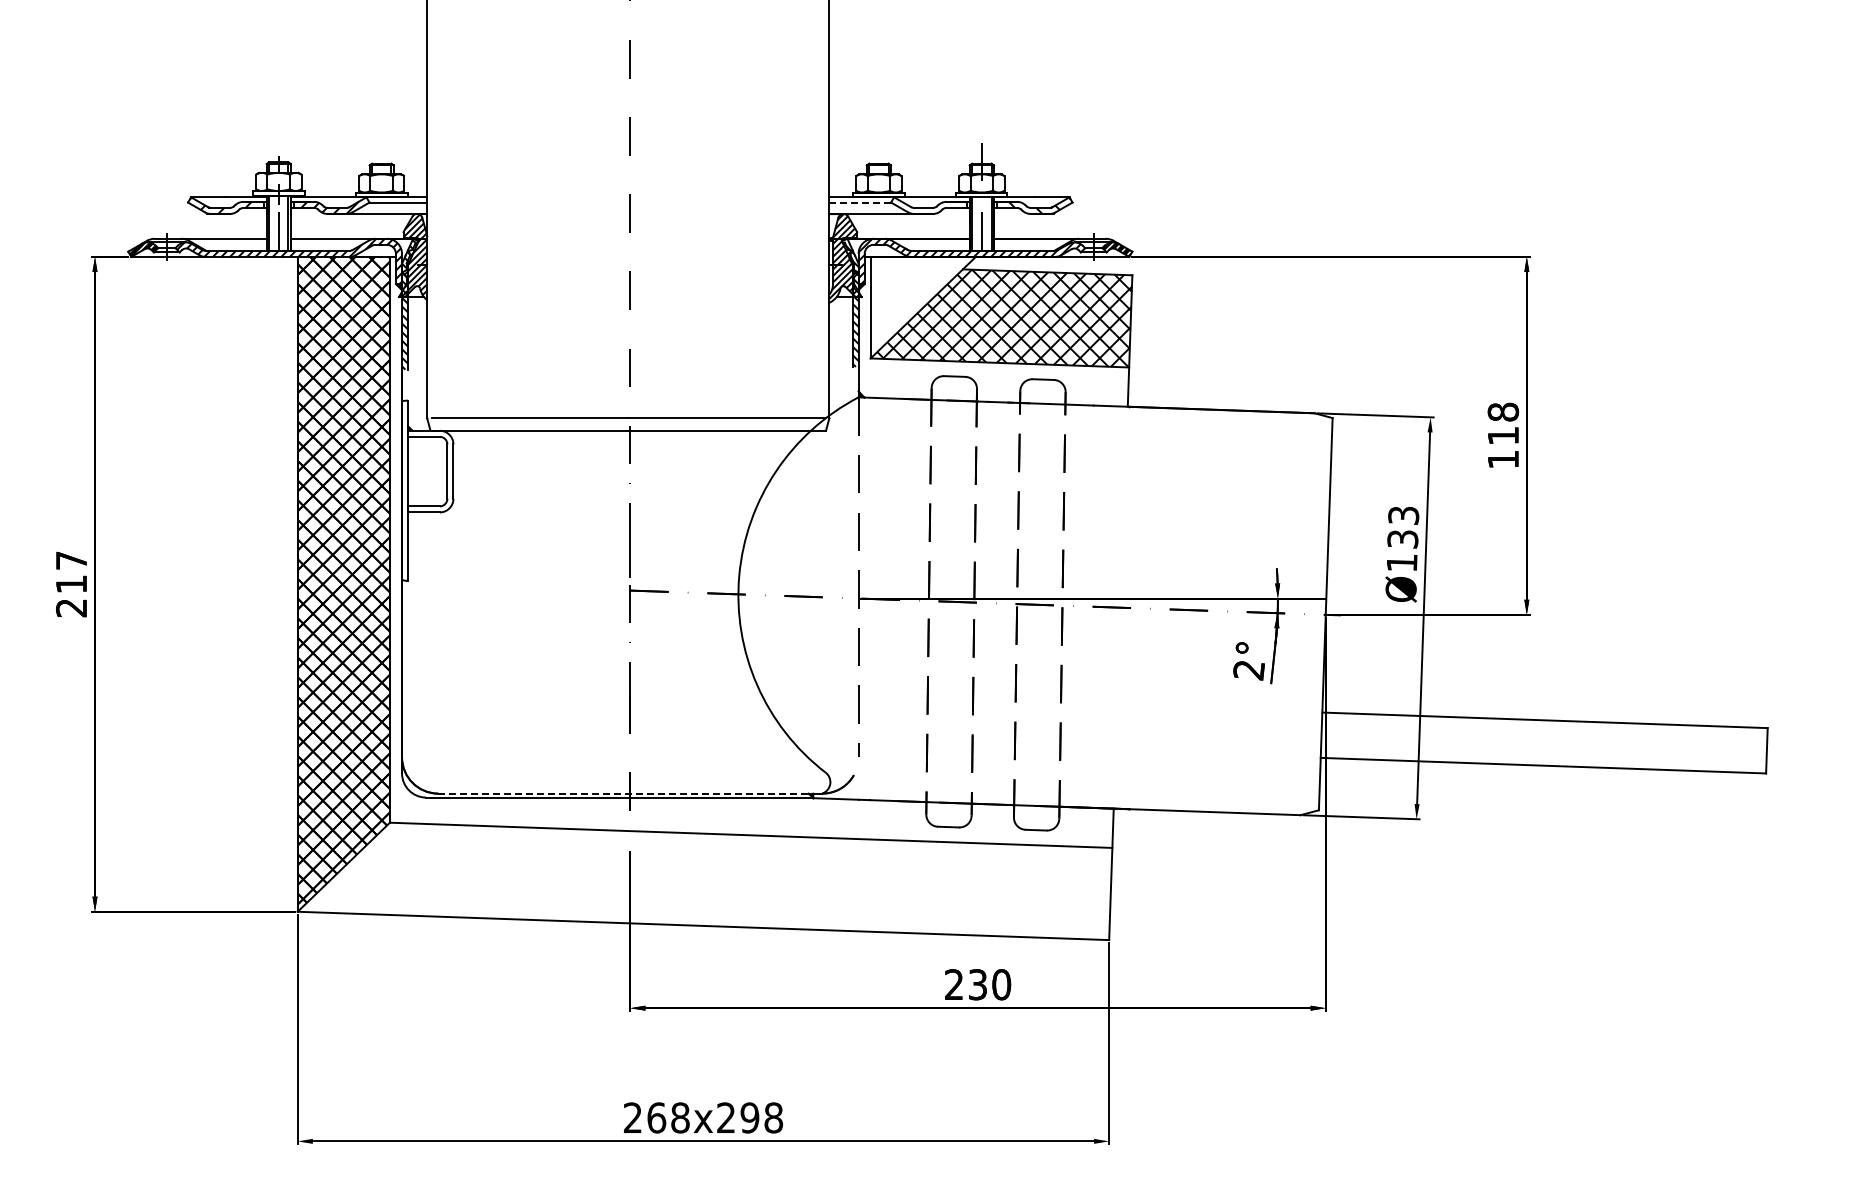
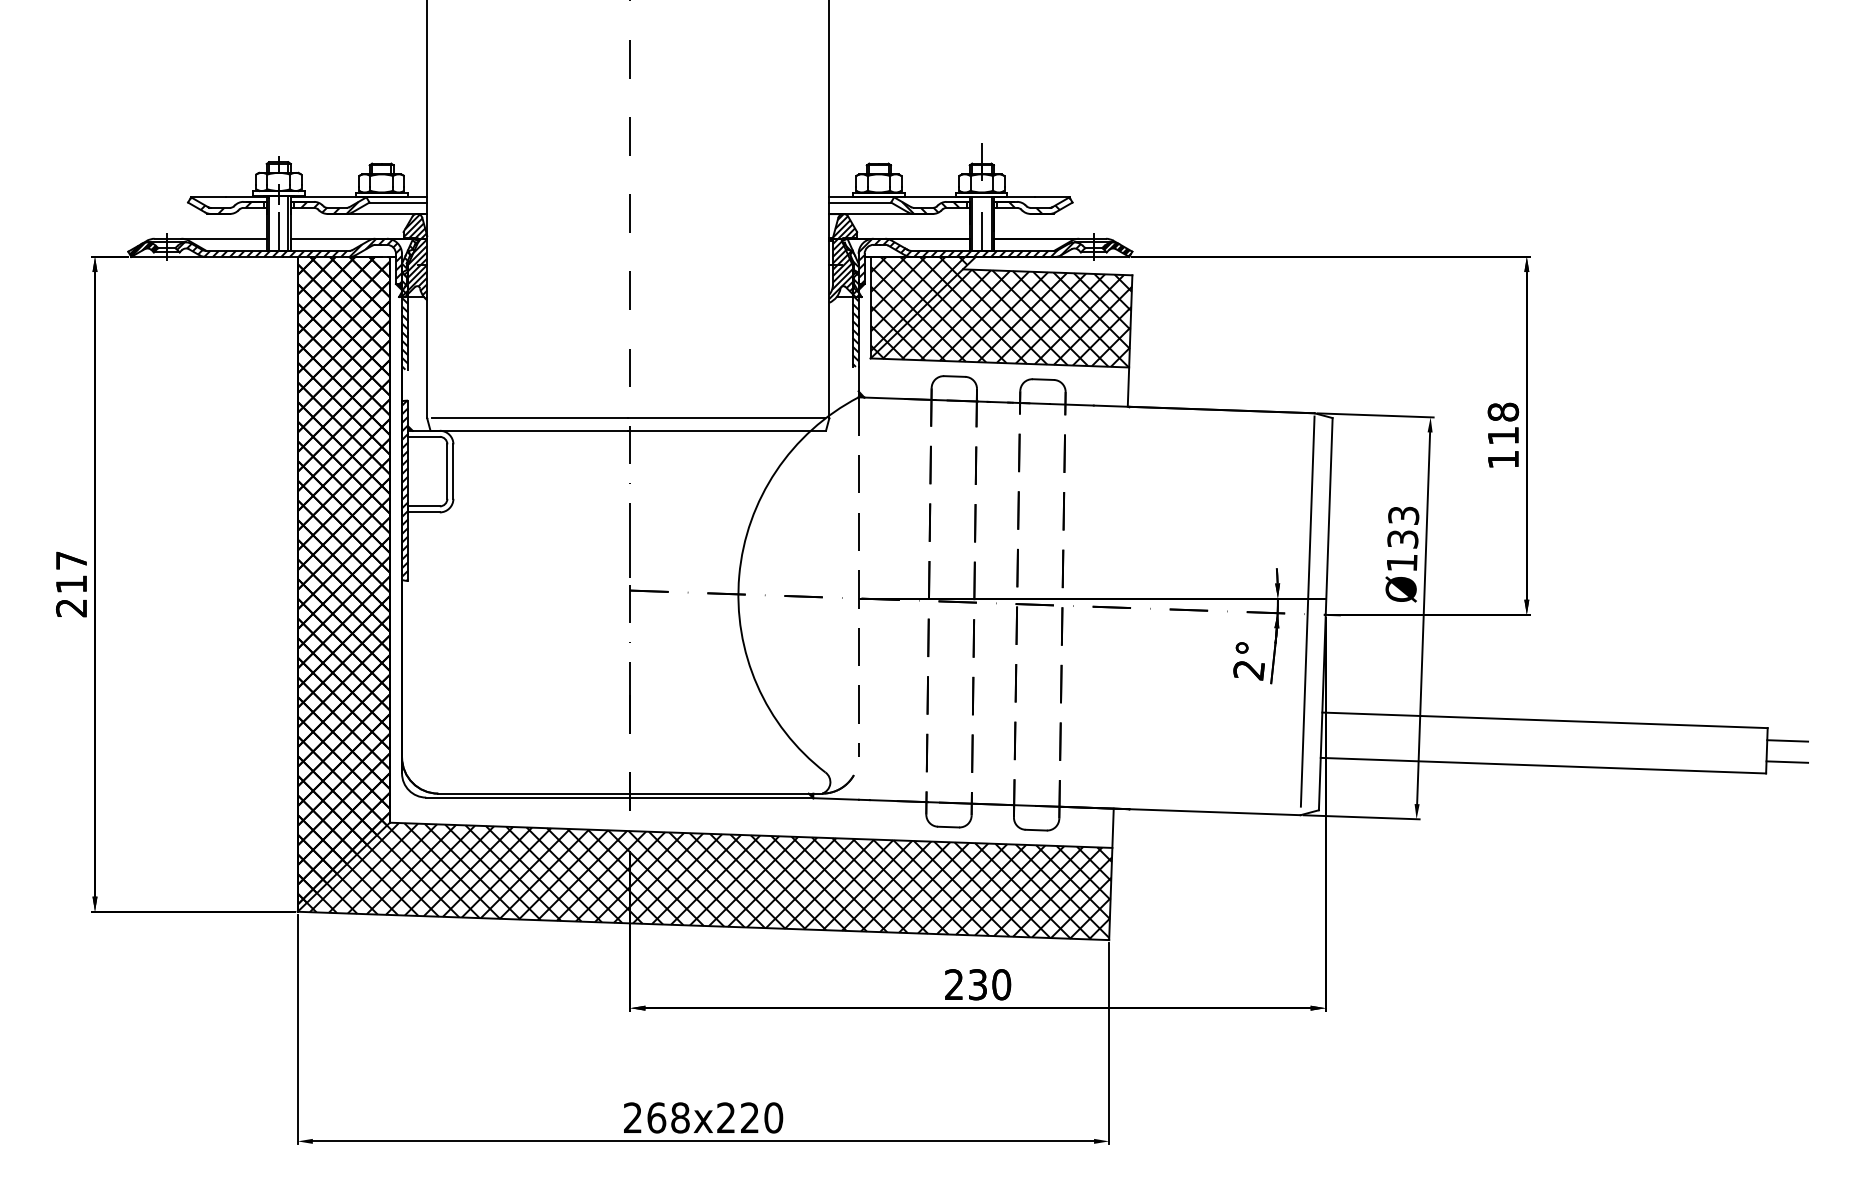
line at (860, 202): dashed -> solid
hatch at (934, 207): none -> present
hatch at (918, 304): none -> present
hatch at (405, 490): none -> present
line at (1307, 611): none -> present
line at (1787, 740): none -> present
line at (1787, 761): none -> present
line at (624, 793): dashed -> solid
hatch at (709, 881): none -> present
text at (761, 1117): 268x298 -> 268x220
